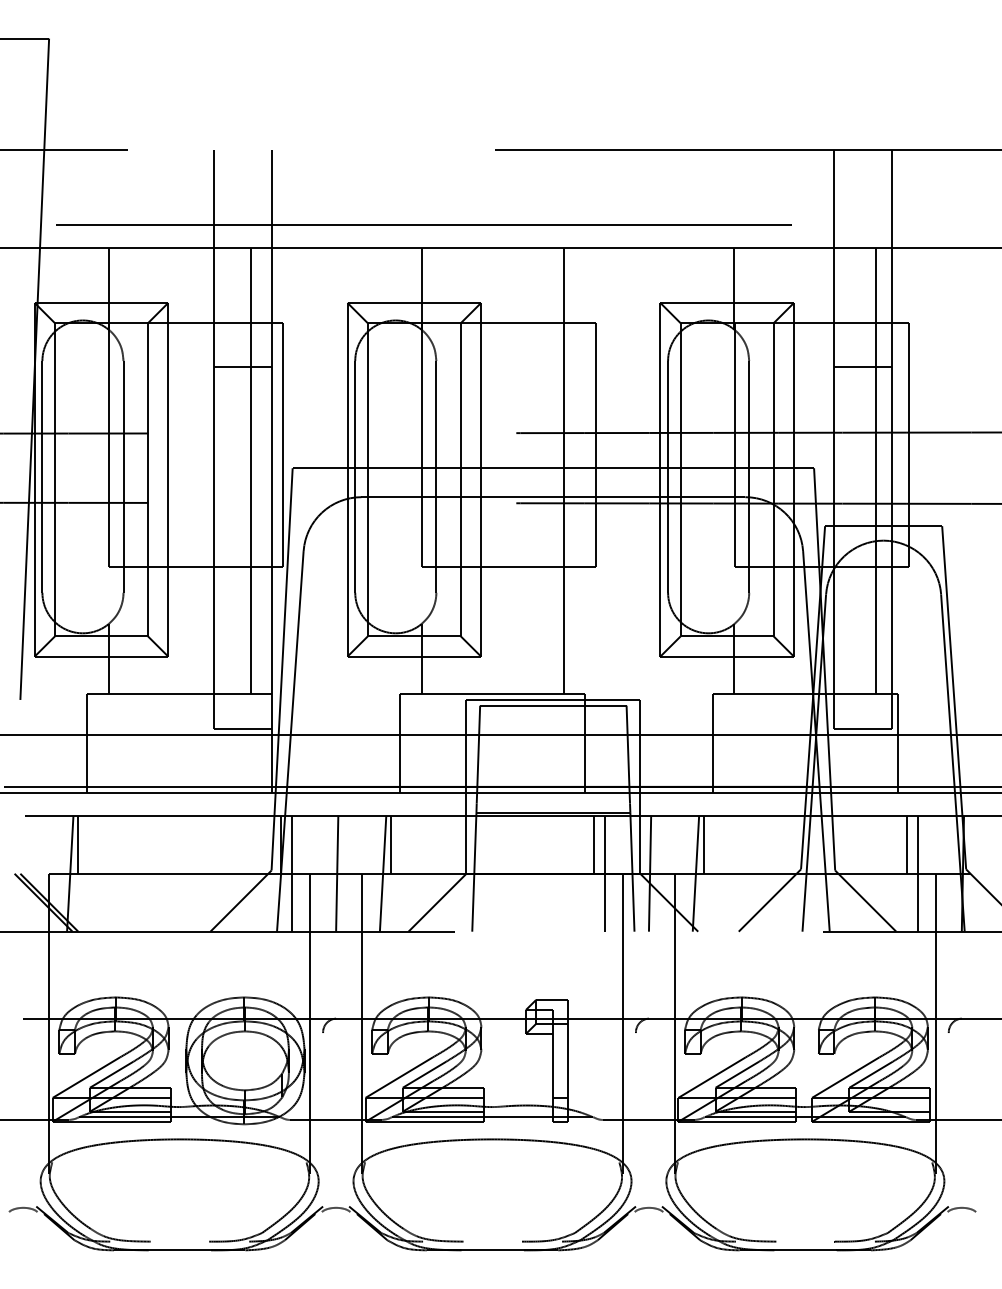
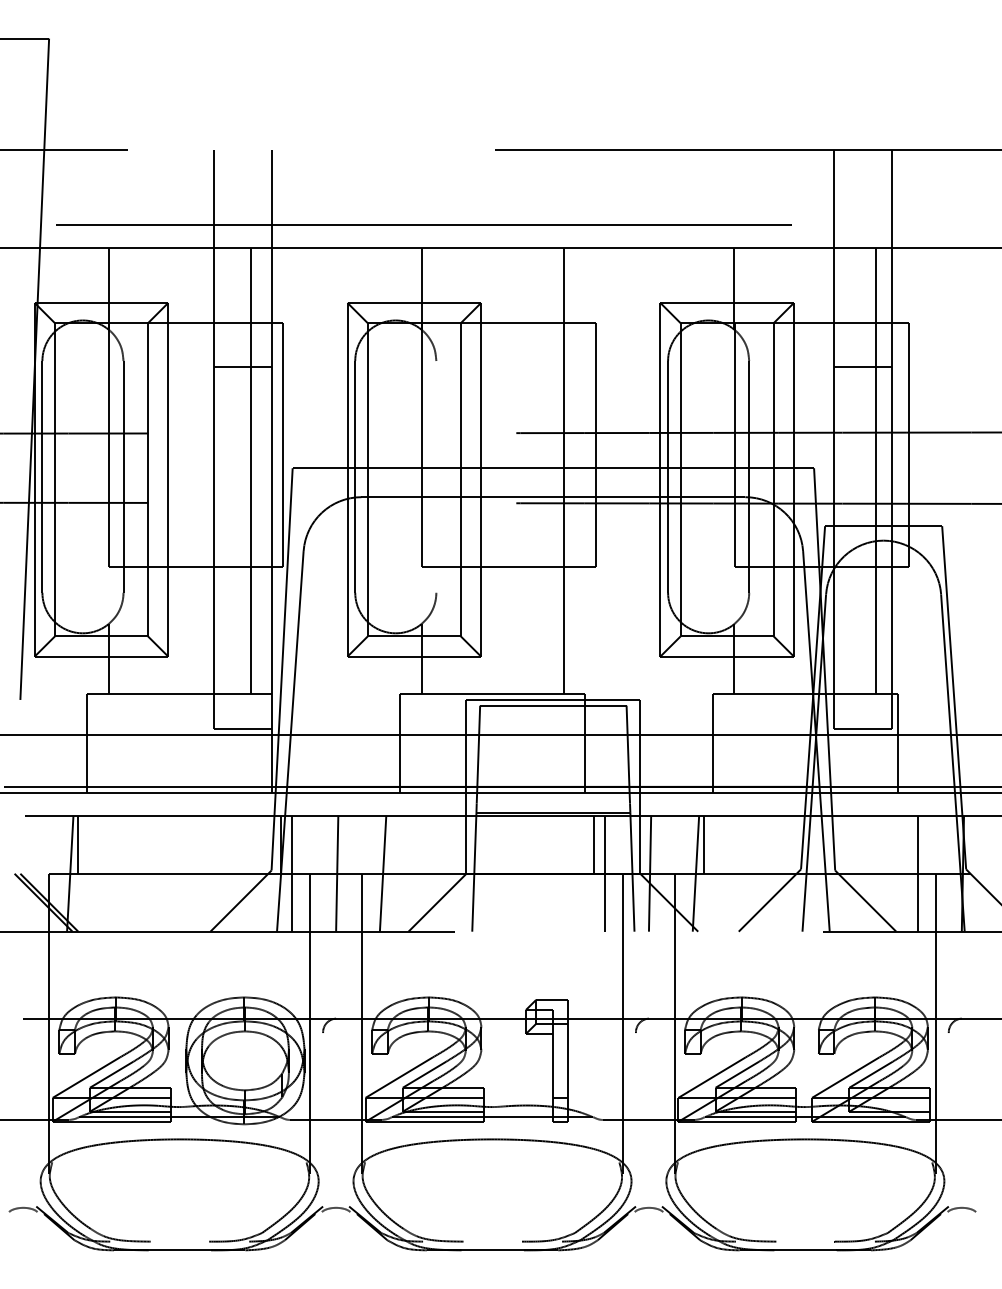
line at (436, 476): present -> none
line at (391, 844): present -> none
line at (906, 844): present -> none
